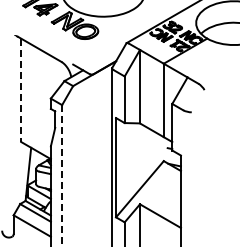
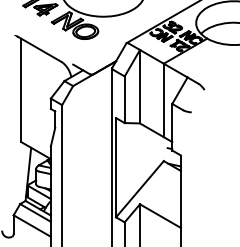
line at (21, 90): dashed -> solid
line at (62, 176): dashed -> solid
